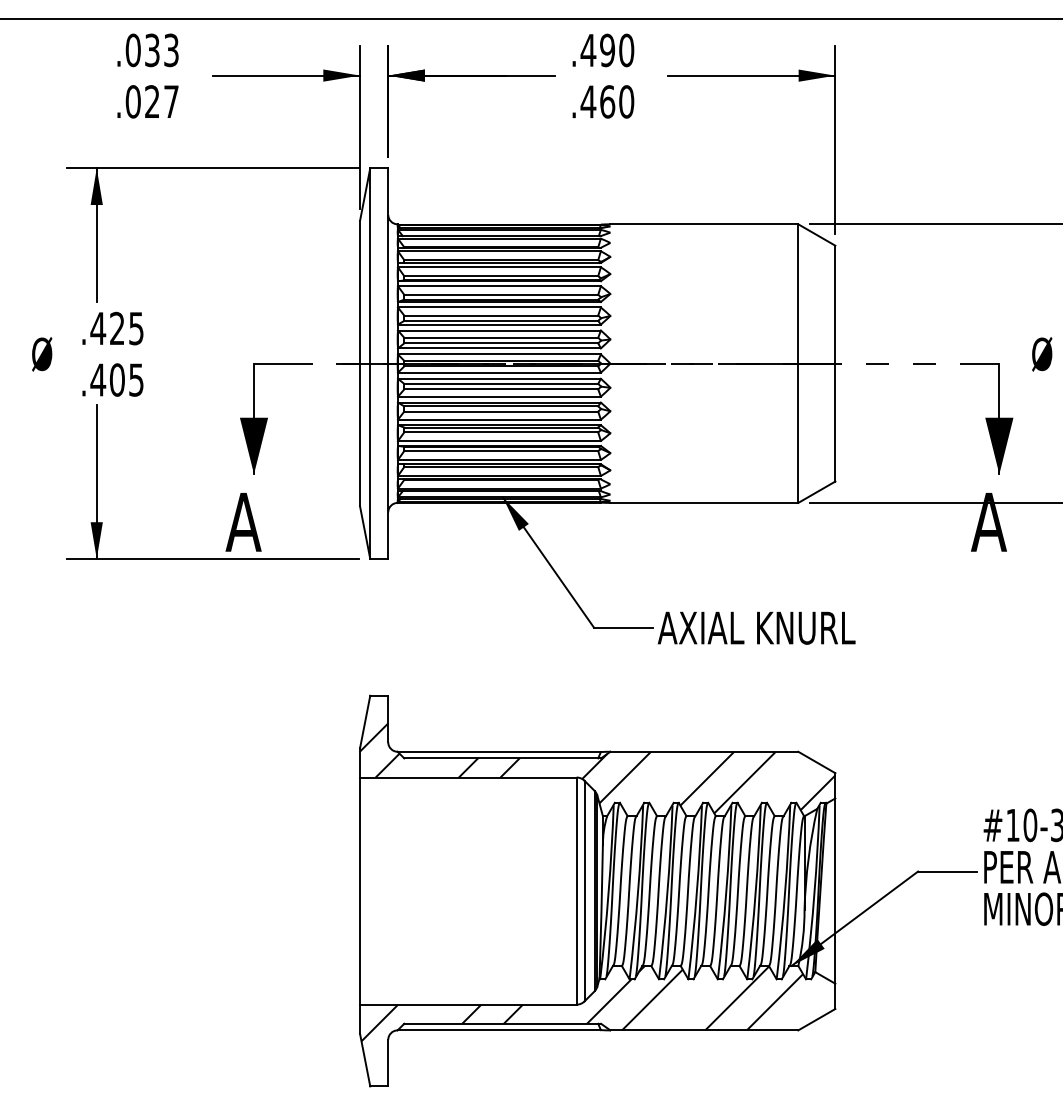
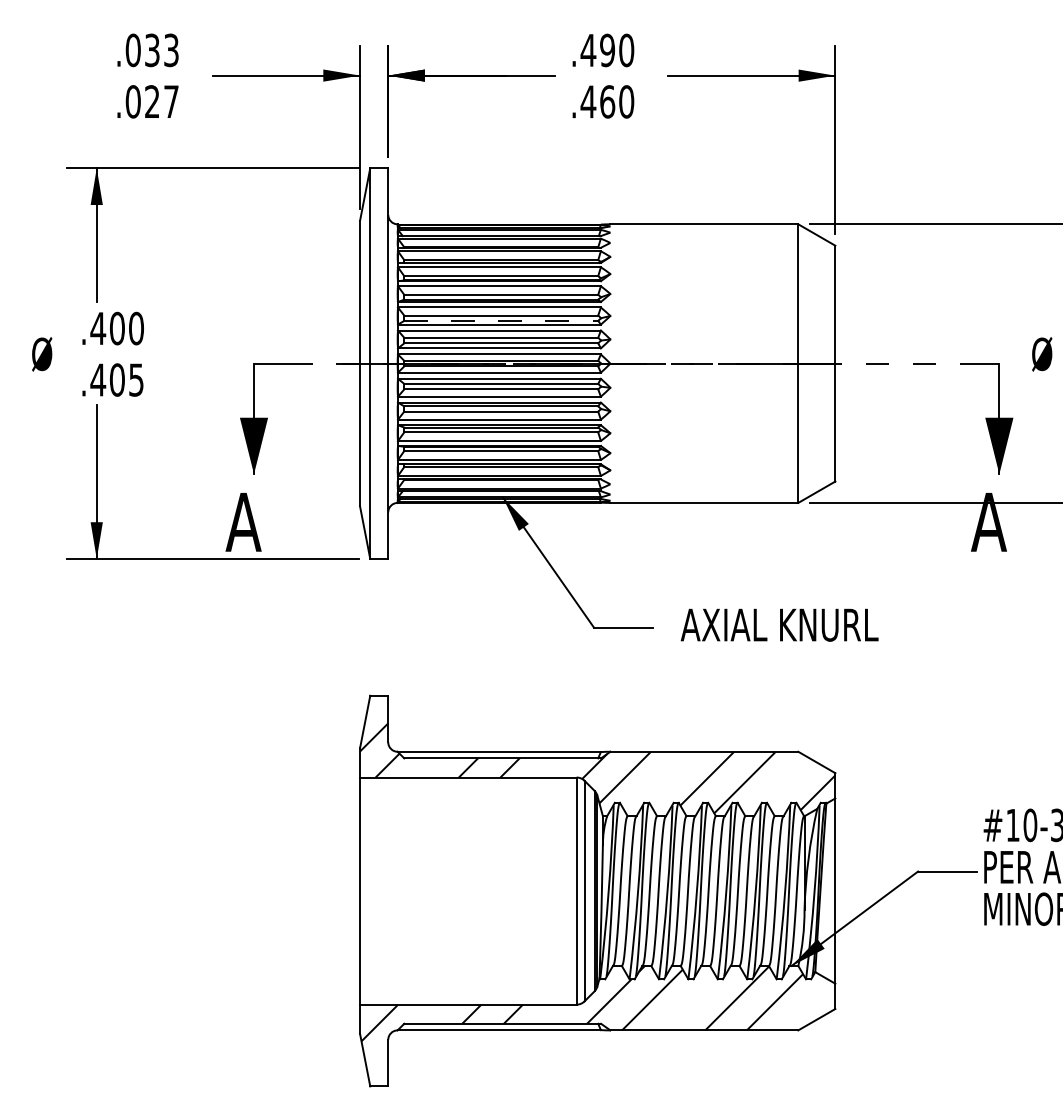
line at (530, 19): present -> none
line at (501, 320): solid -> dashed
text at (126, 328): .425 -> .400
text at (756, 627) position: (756, 627) -> (779, 624)
